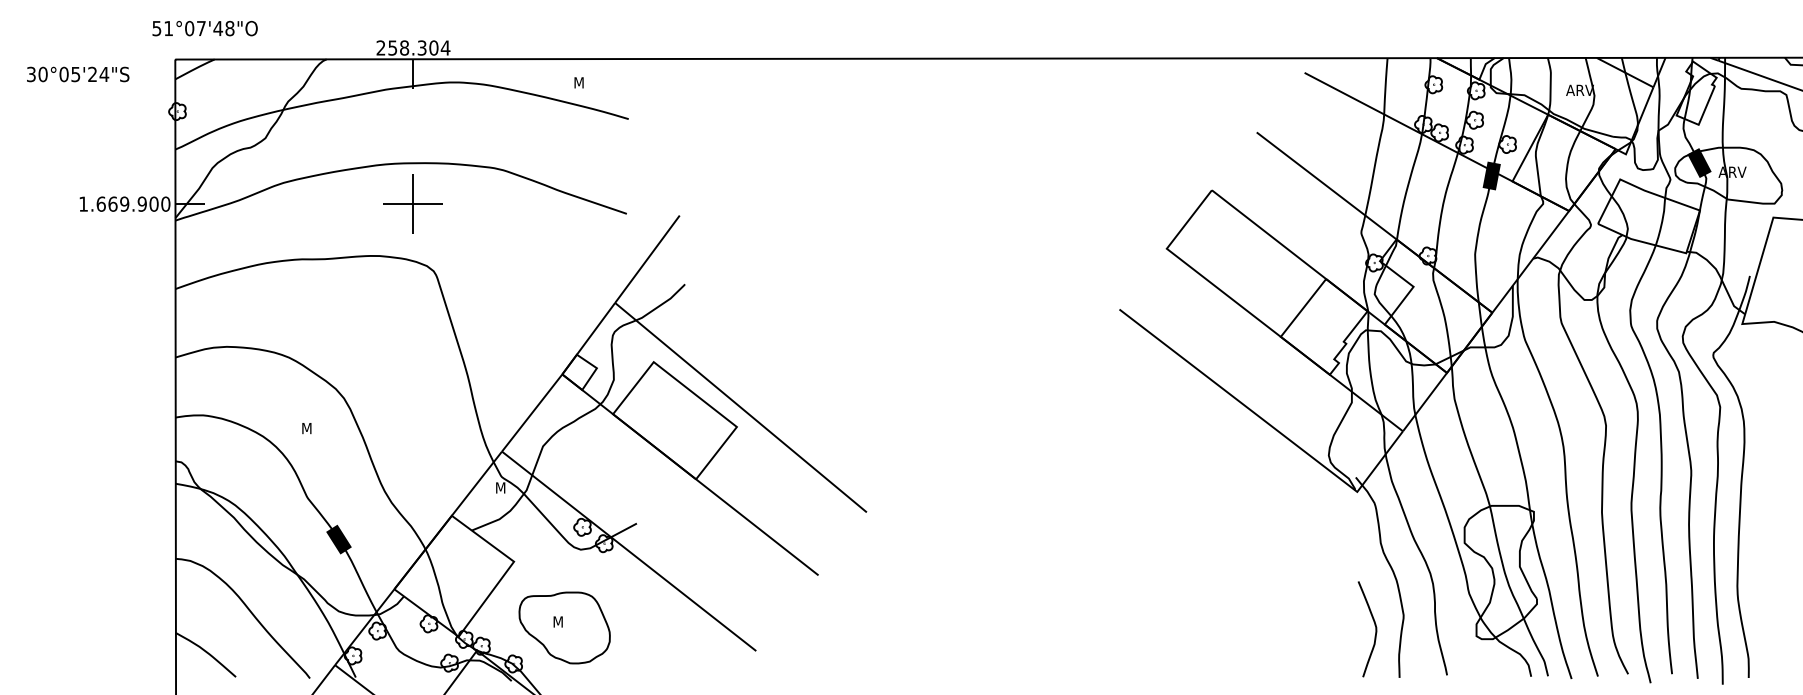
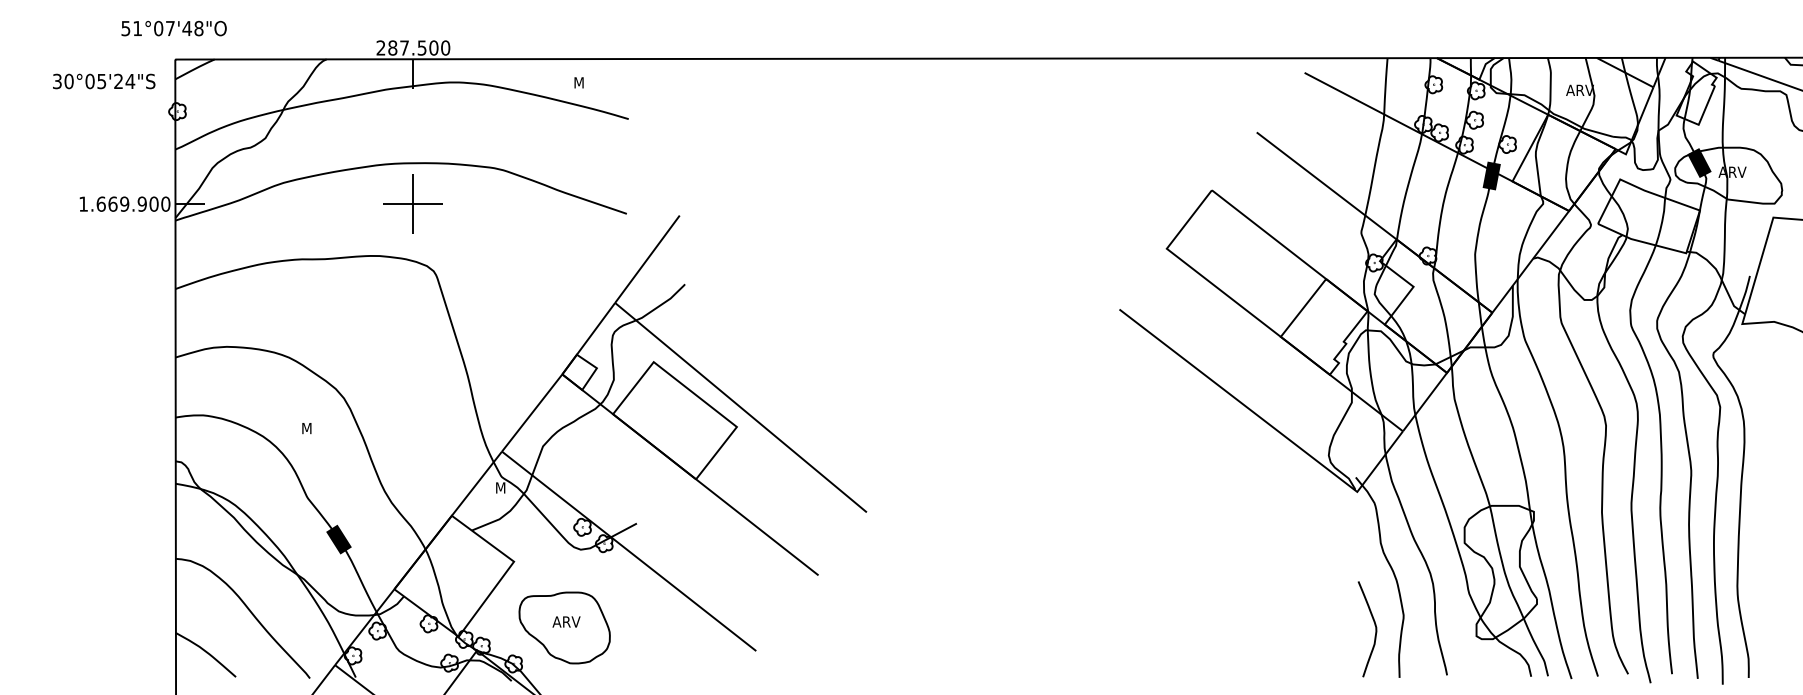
text at (204, 28) position: (204, 28) -> (173, 28)
text at (419, 47): 258.304 -> 287.500
text at (78, 74) position: (78, 74) -> (104, 81)
text at (566, 621): M -> ARV
